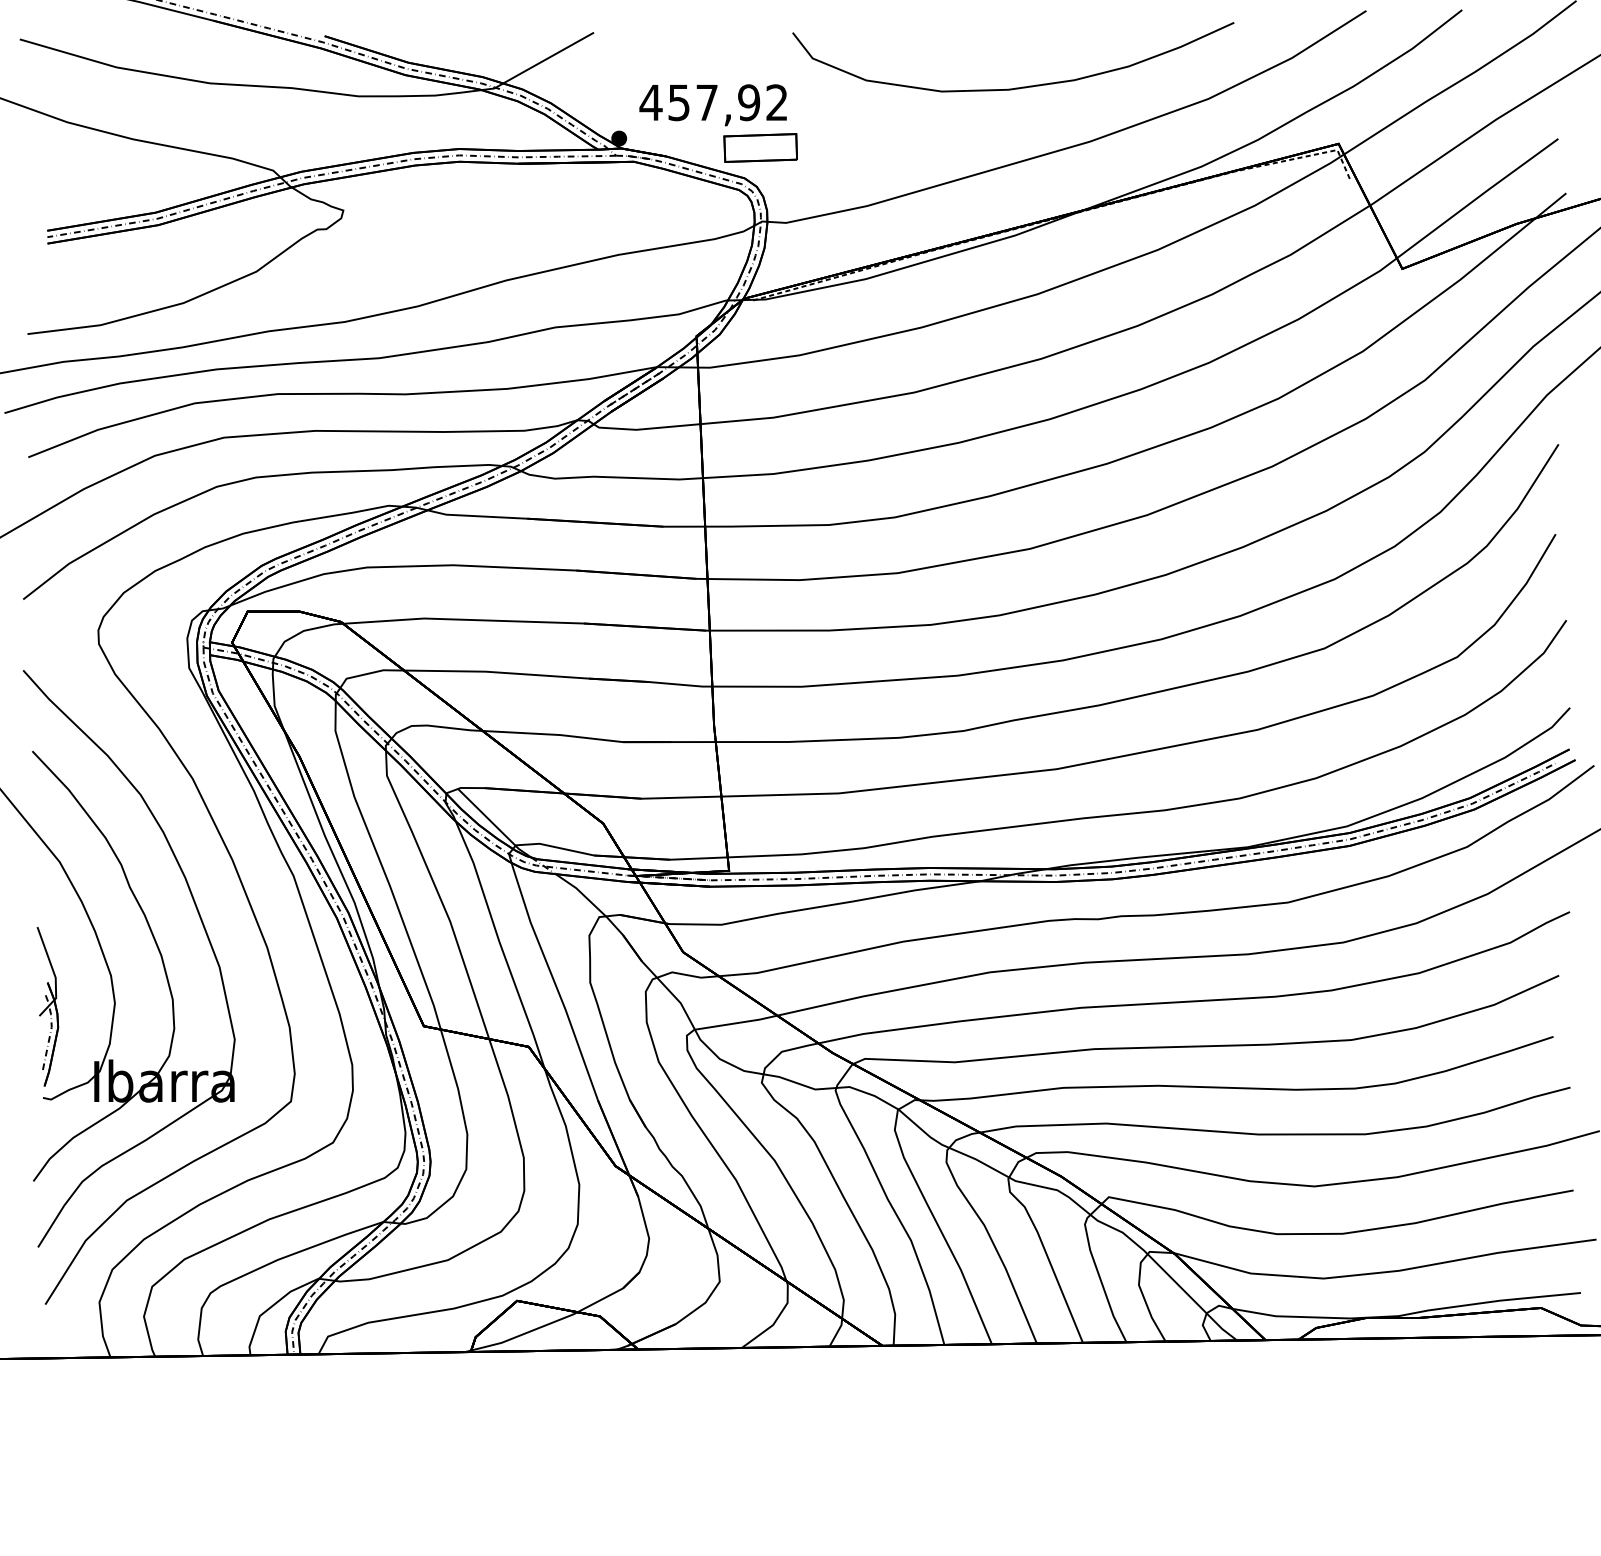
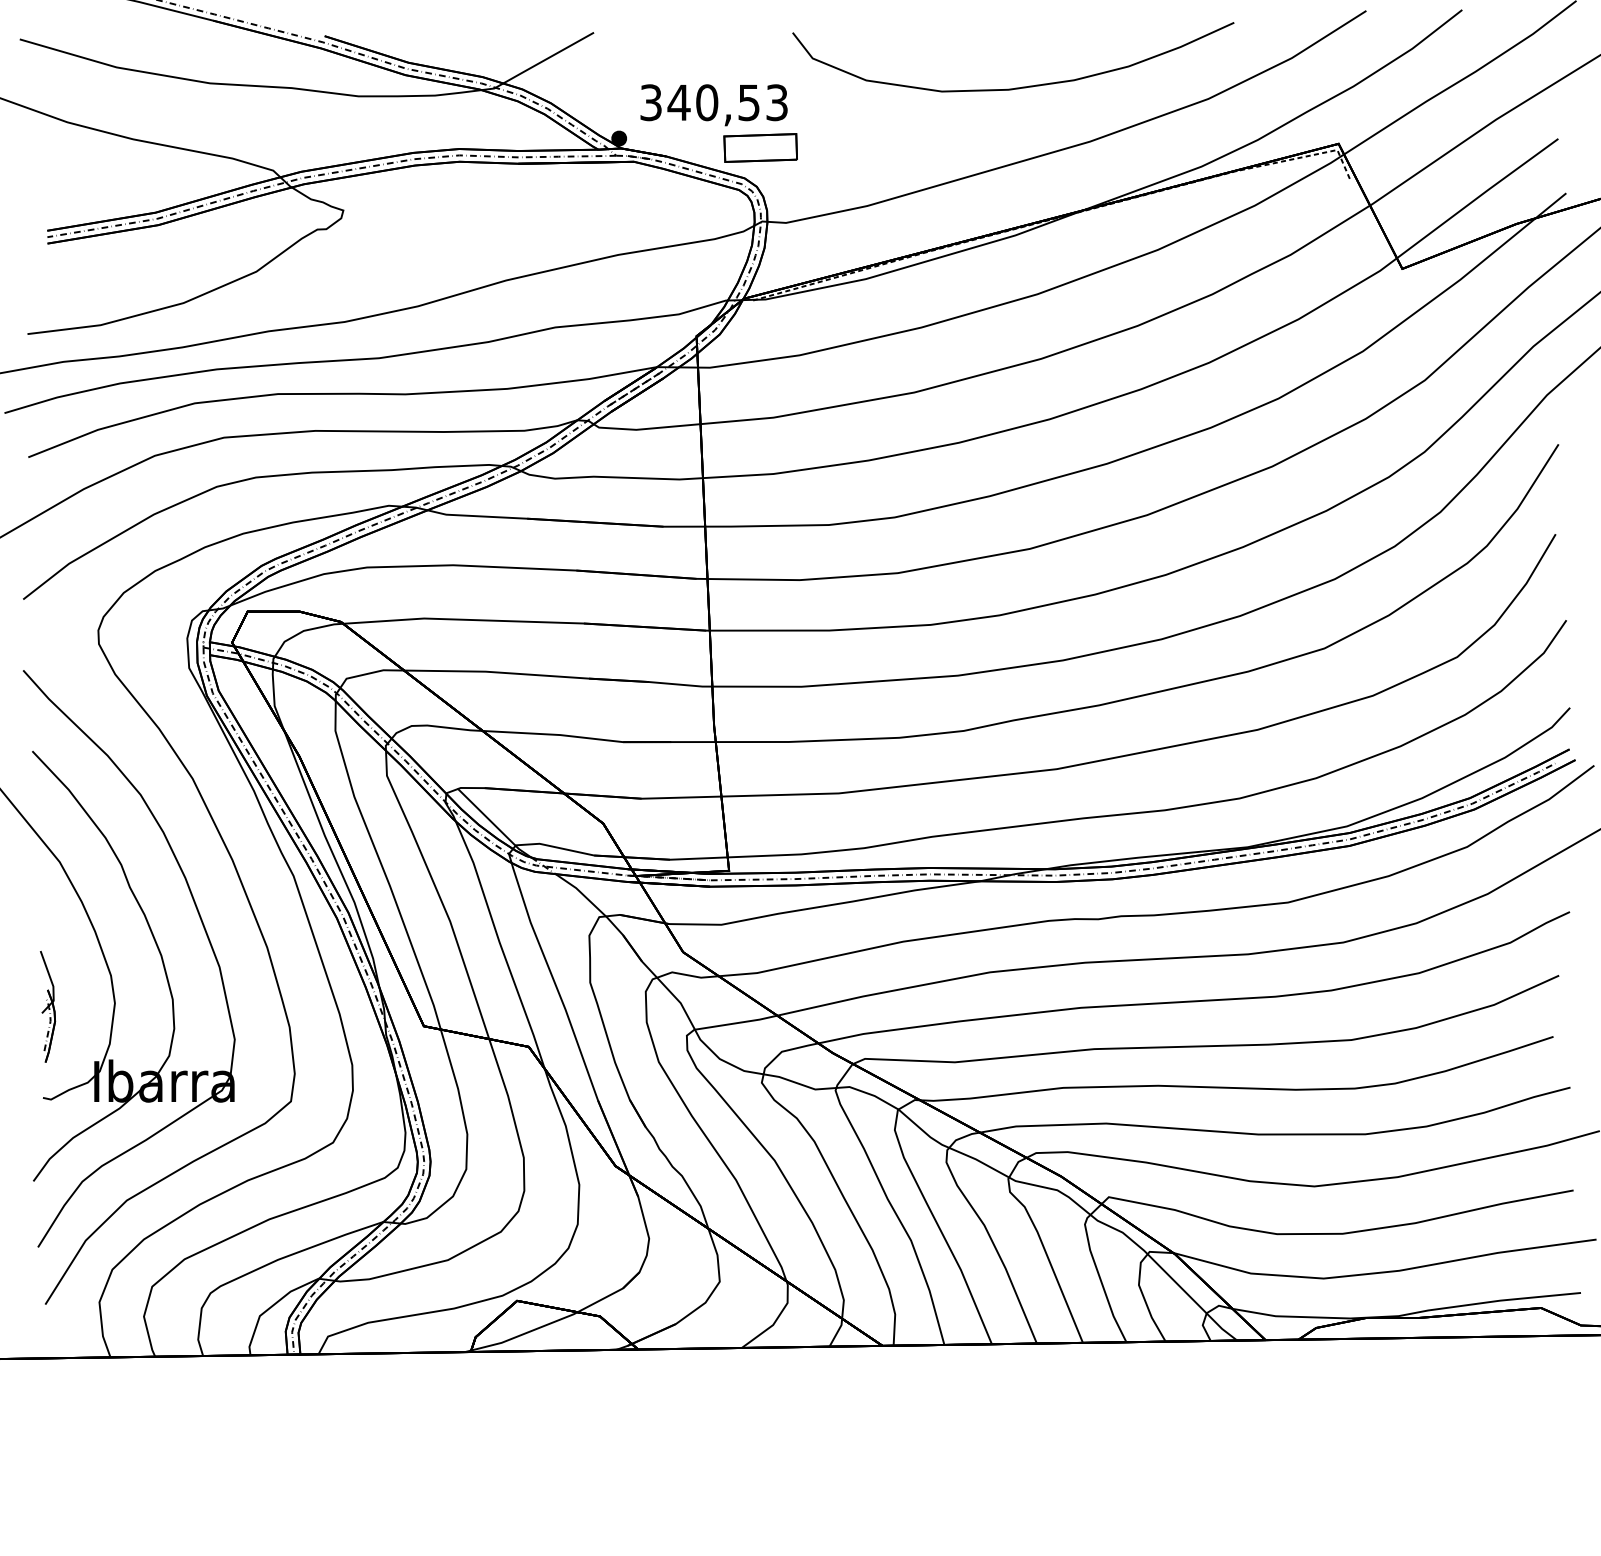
text at (713, 102): 457,92 -> 340,53
part at (47, 1006) size: 24x160 px -> 17x112 px
